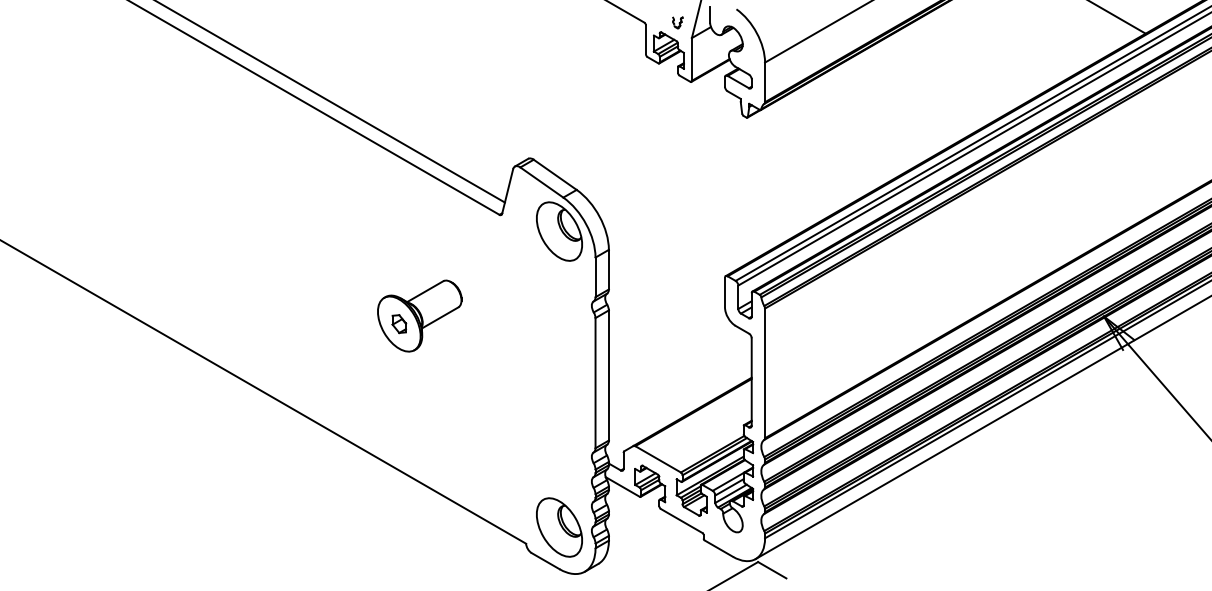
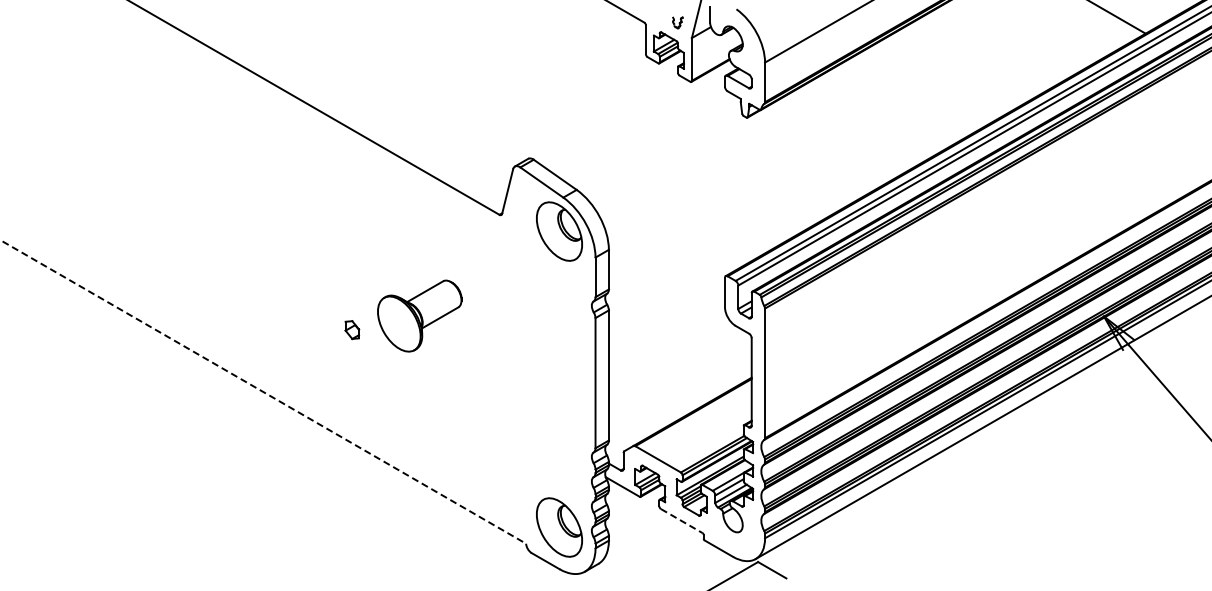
line at (331, 102): present -> none
part at (399, 324) position: (399, 324) -> (352, 330)
line at (263, 392): solid -> dashed
line at (682, 521): solid -> dashed
